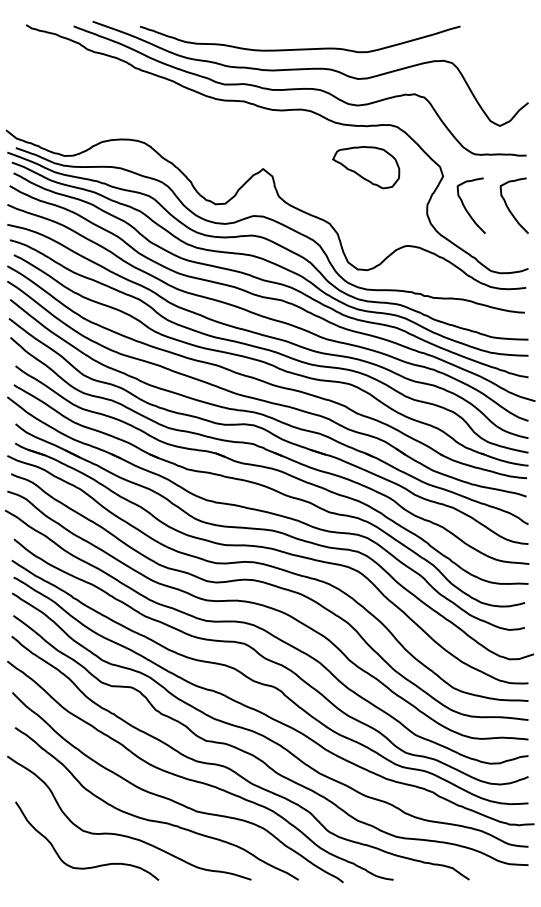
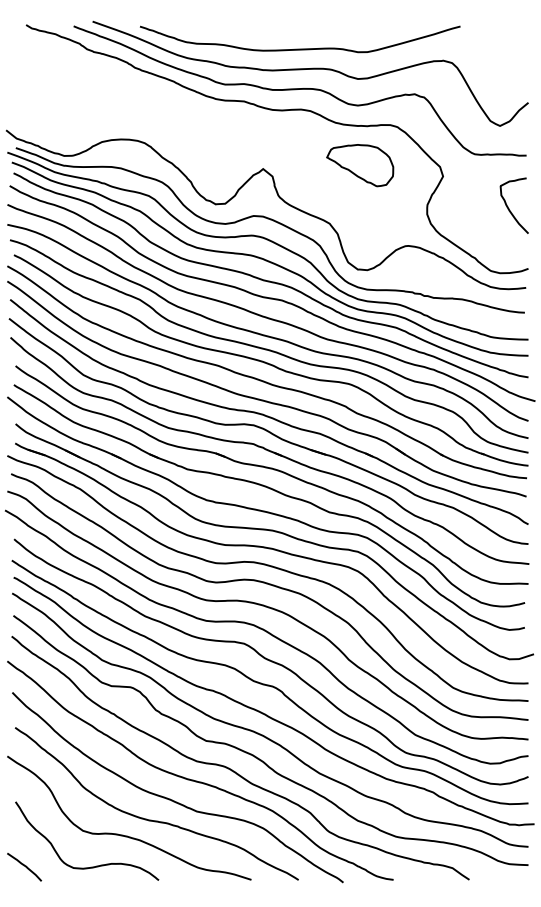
part at (366, 167) position: (366, 167) -> (360, 165)
curve at (466, 208): present -> none
curve at (24, 866): none -> present
